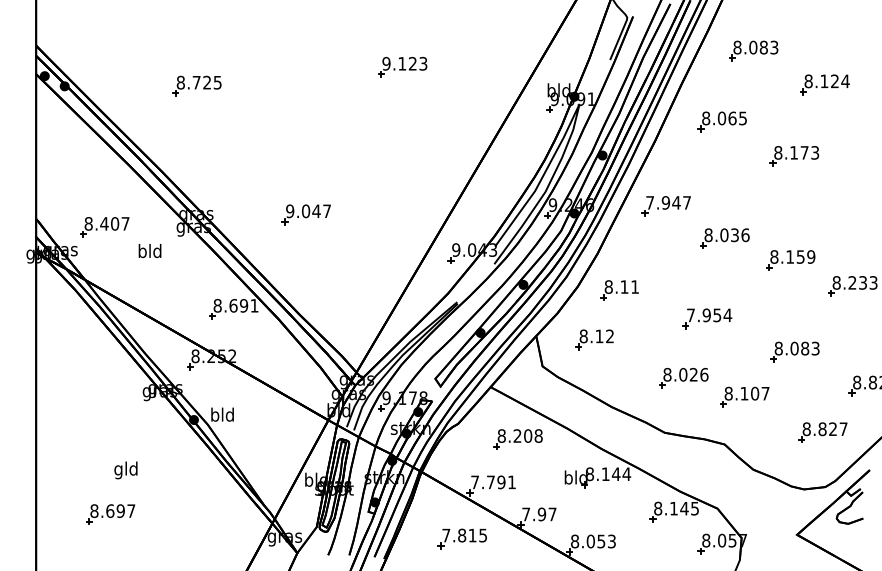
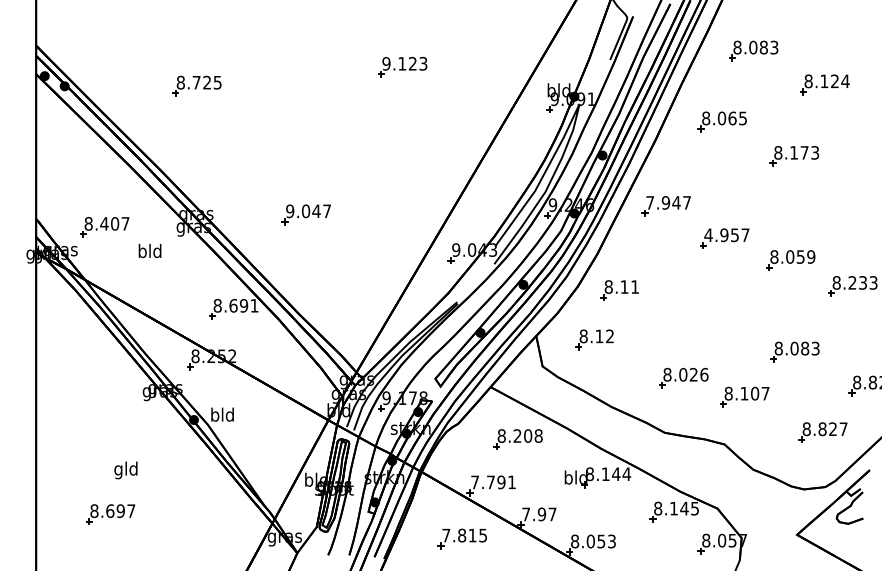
text at (726, 235): 8.036 -> 4.957
text at (790, 256): 8.159 -> 8.059
part at (707, 318): present -> none
